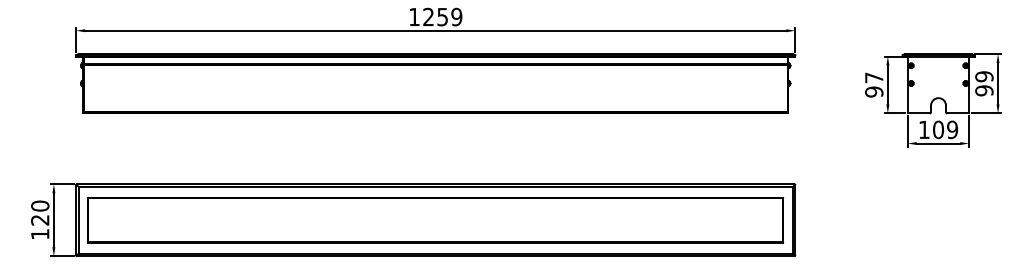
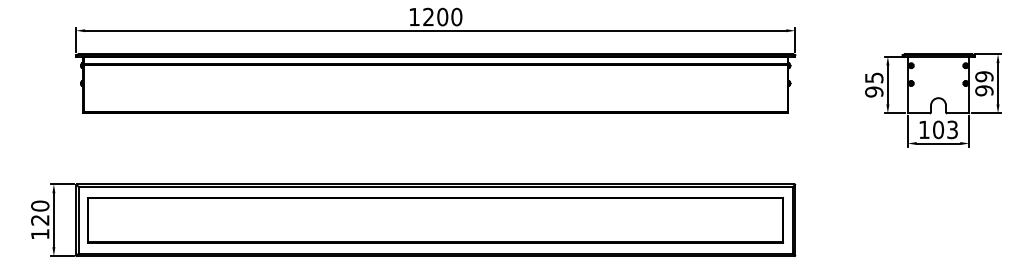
text at (449, 16): 1259 -> 1200
text at (874, 77): 97 -> 95
text at (952, 129): 109 -> 103
